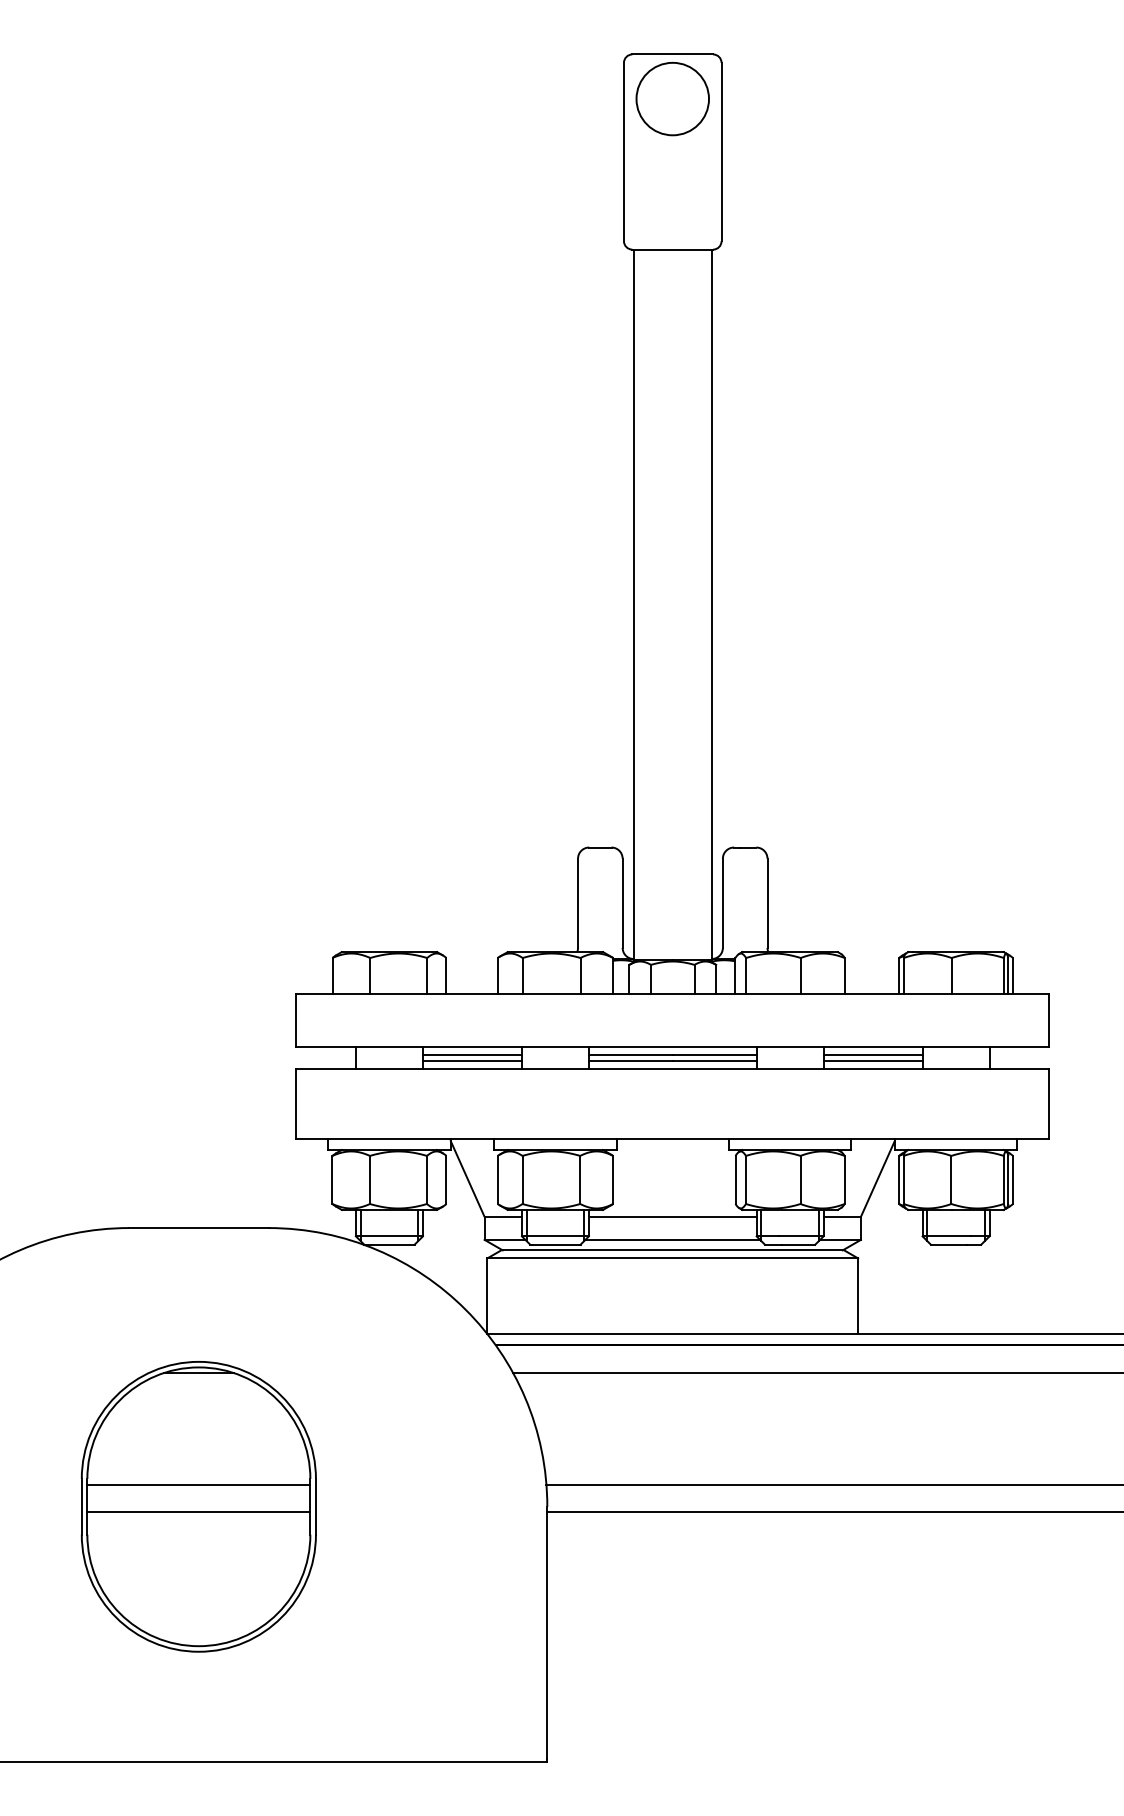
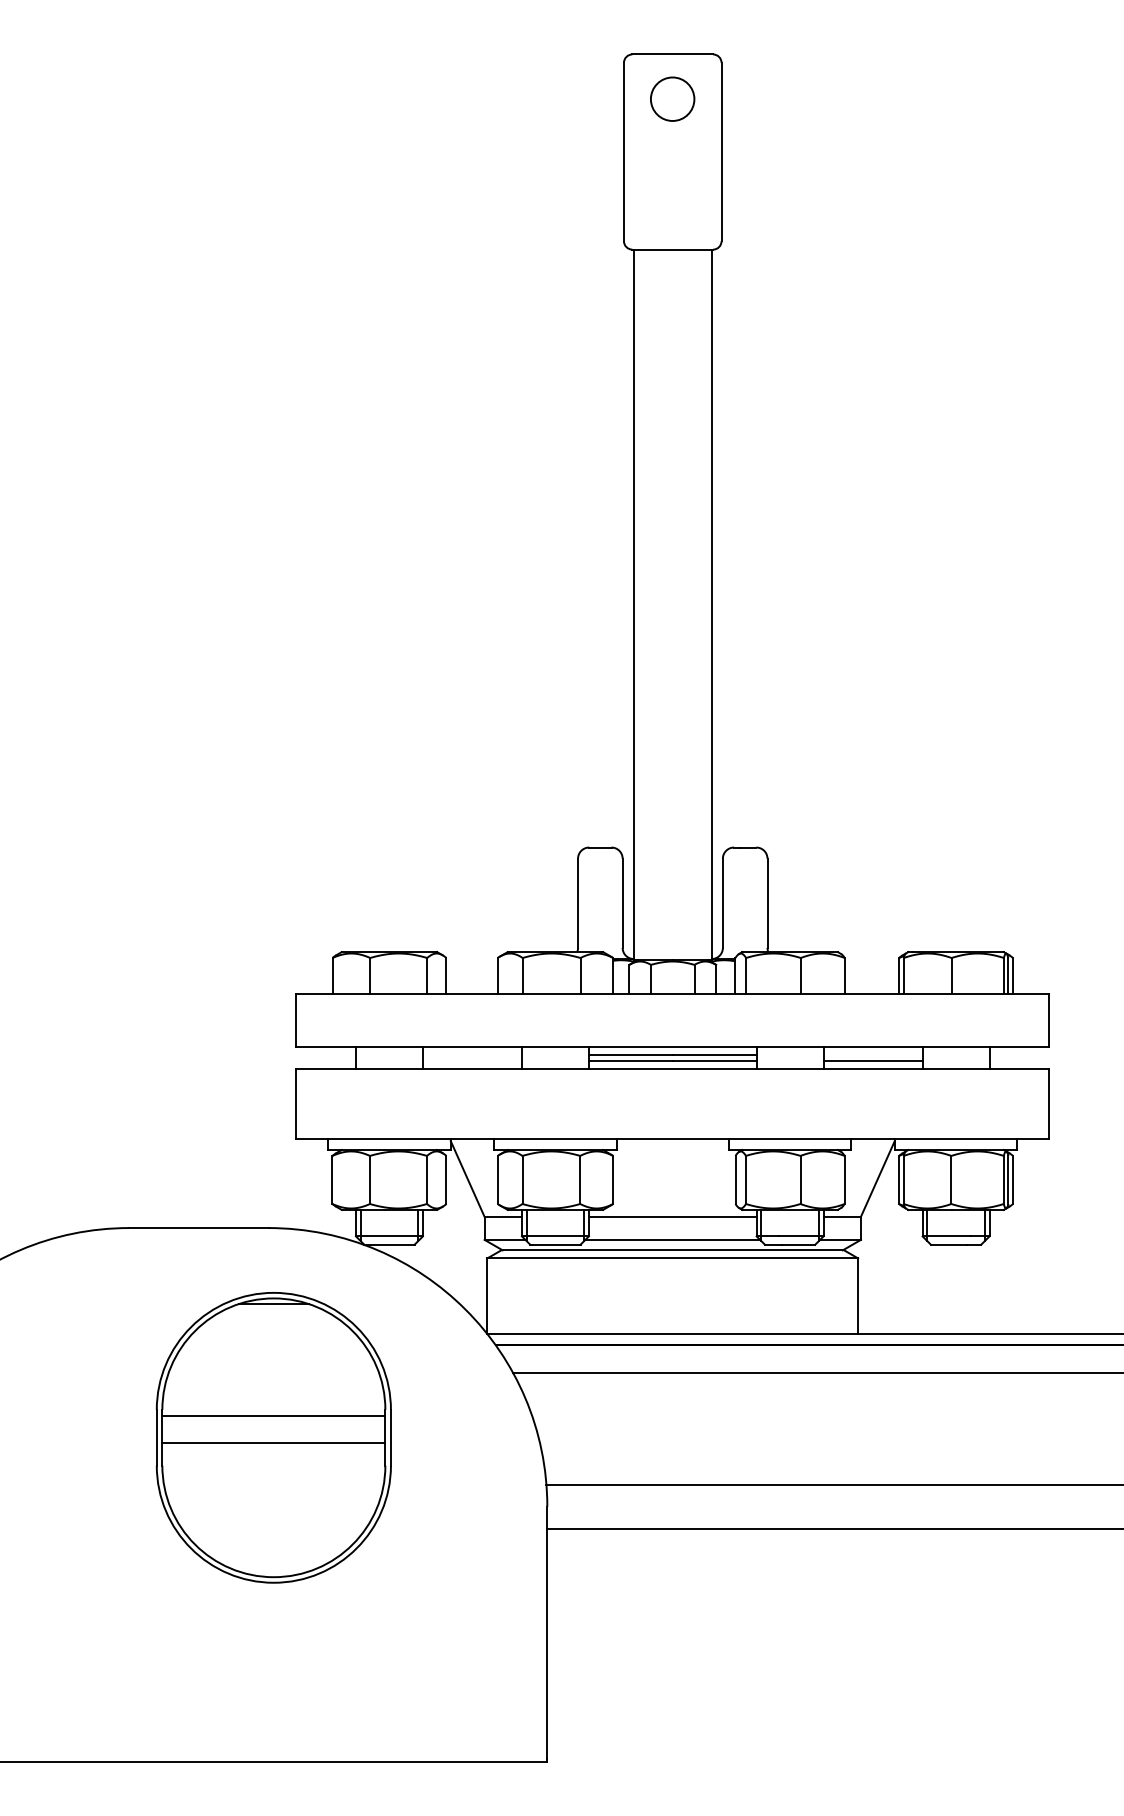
circle at (672, 99) size: 75x75 px -> 46x46 px
line at (471, 1055): present -> none
line at (872, 1055): present -> none
line at (471, 1060): present -> none
part at (198, 1506) position: (198, 1506) -> (273, 1437)
line at (833, 1512) position: (833, 1512) -> (833, 1529)
